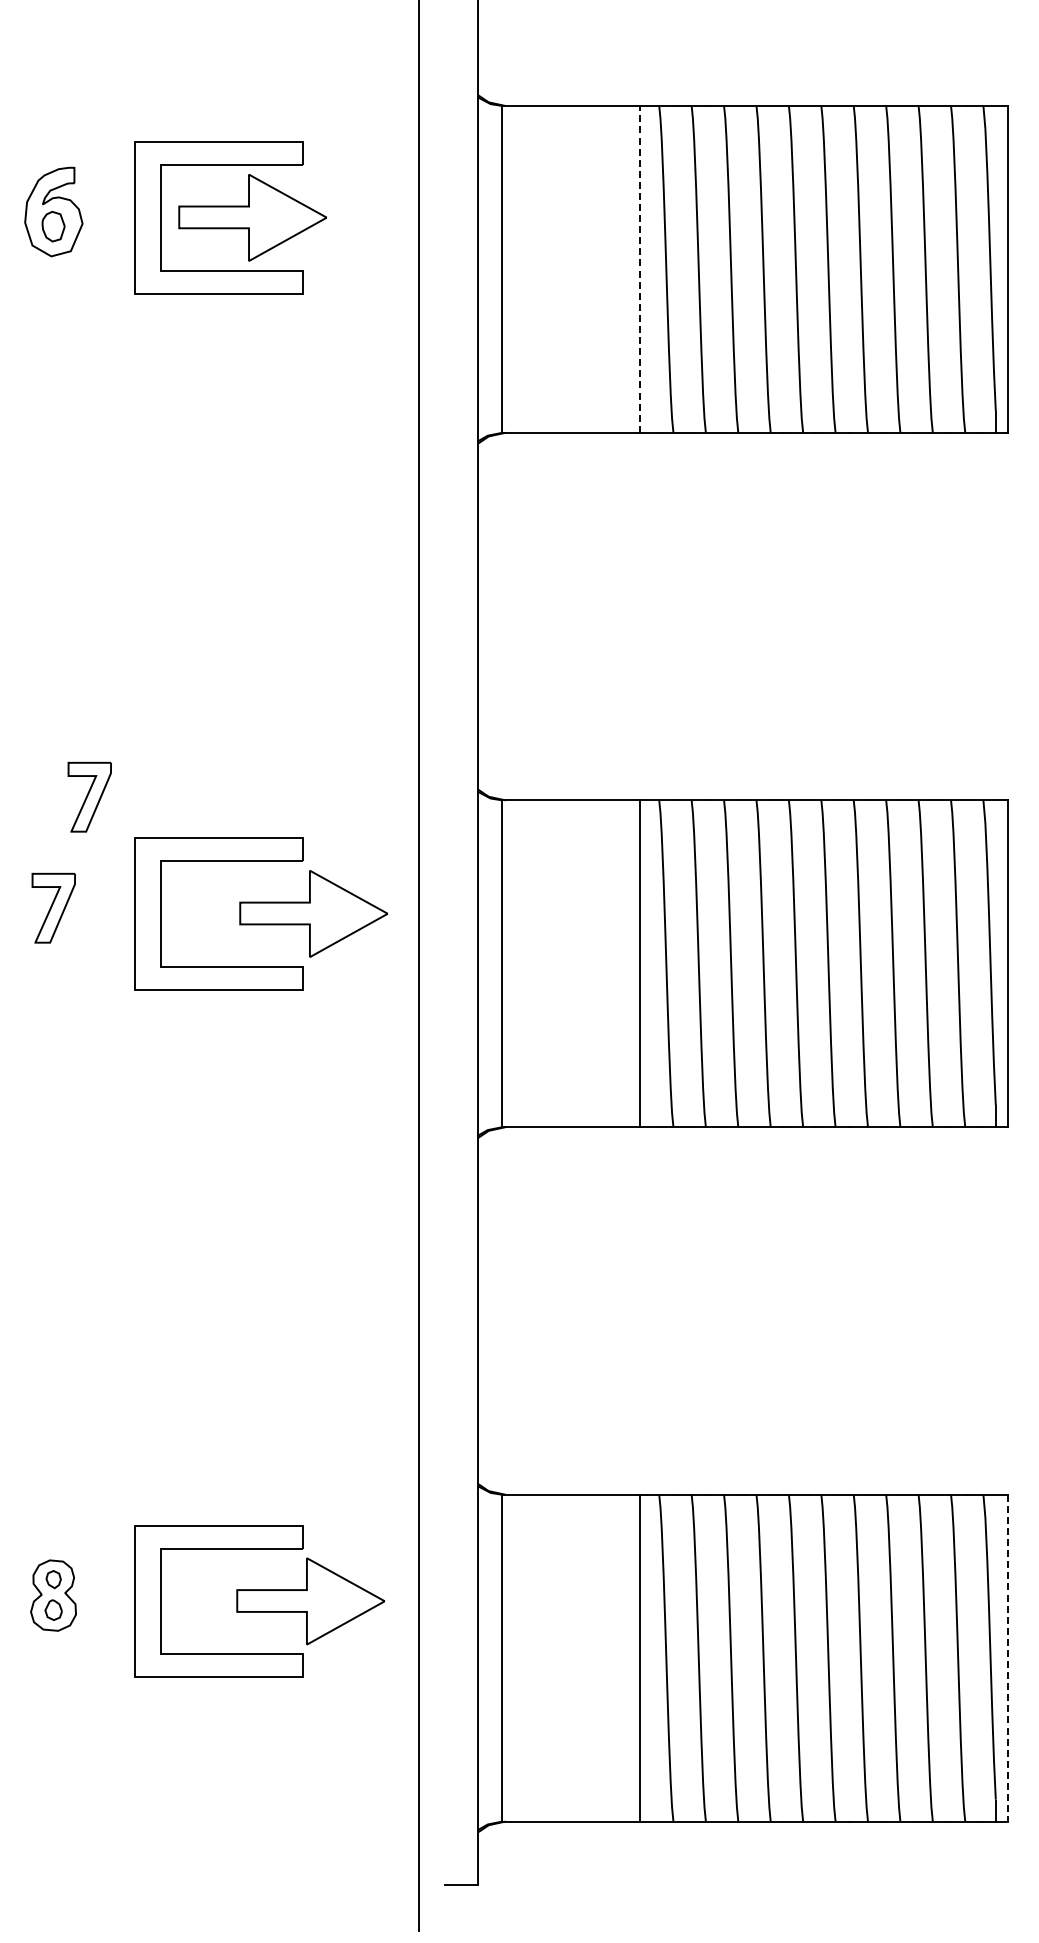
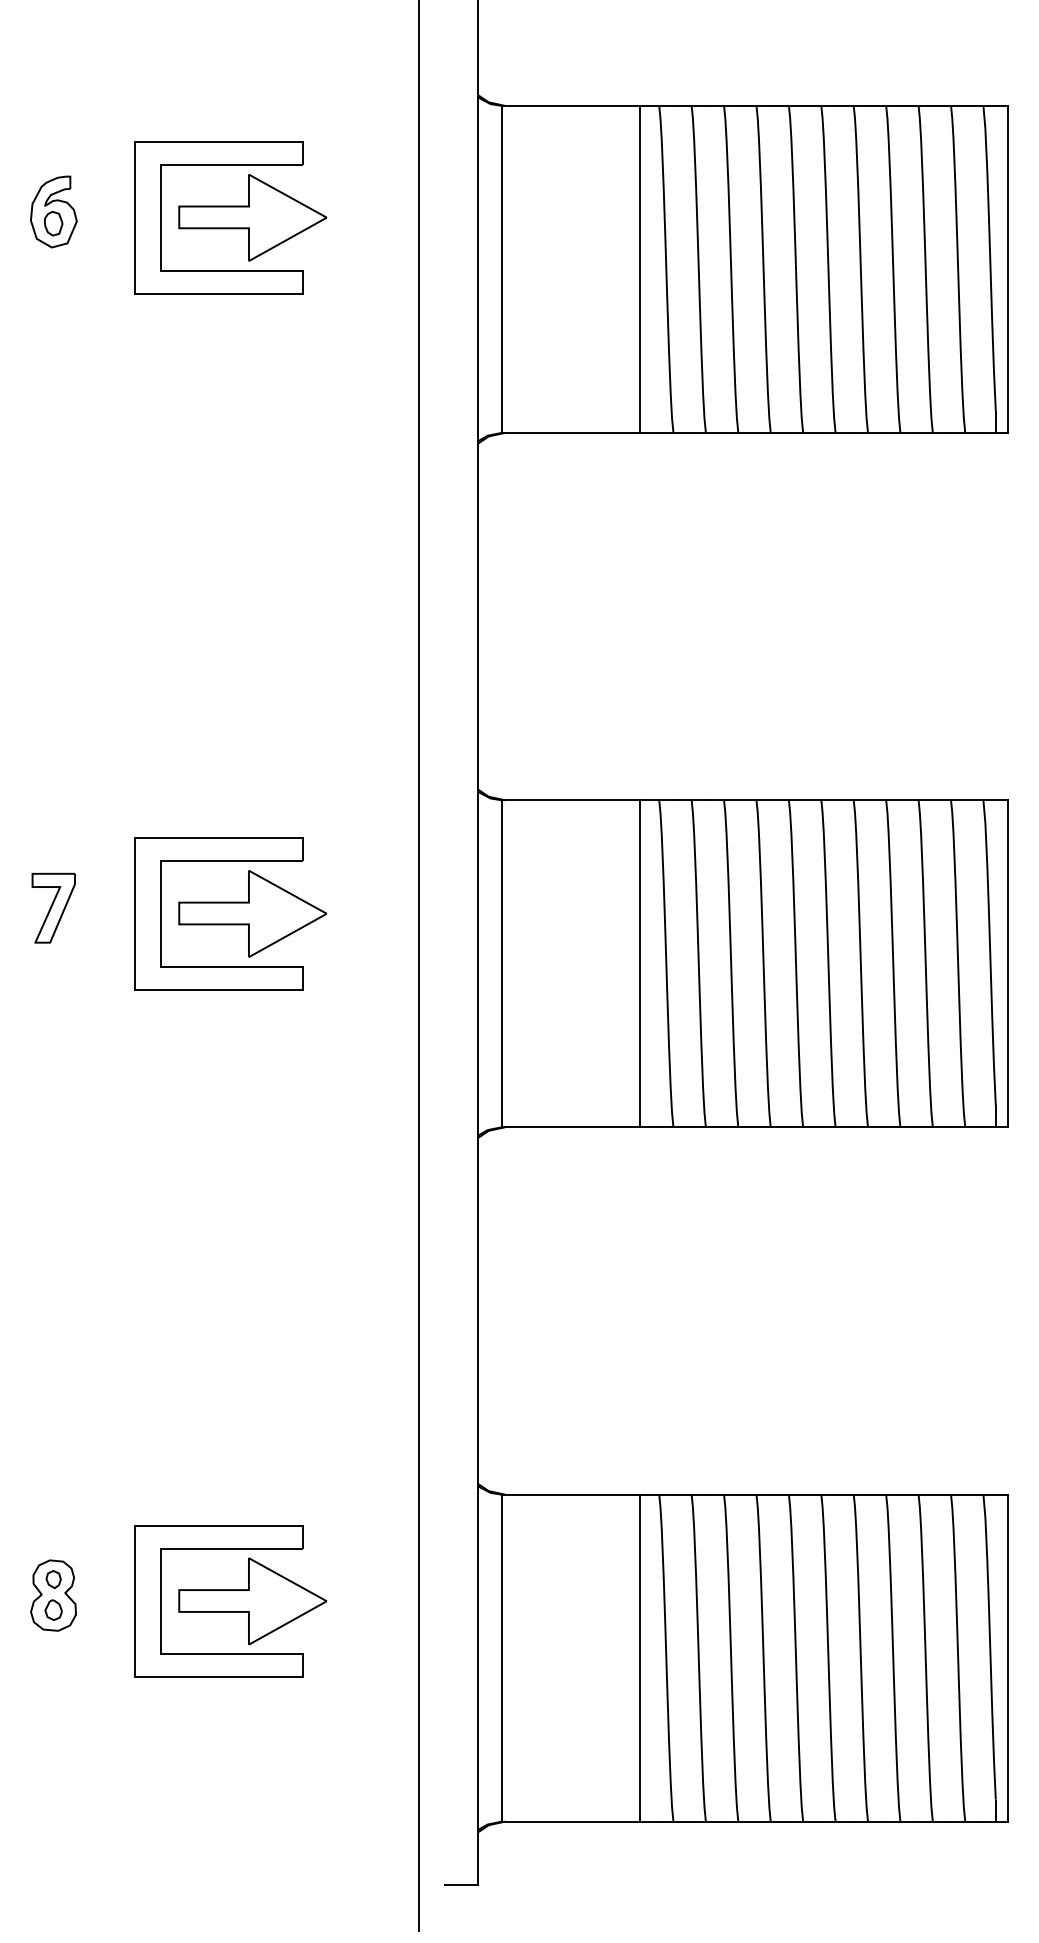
part at (53, 211) size: 60x92 px -> 48x74 px
line at (640, 268): dashed -> solid
part at (89, 796): present -> none
part at (313, 913) position: (313, 913) -> (252, 913)
part at (310, 1601) position: (310, 1601) -> (252, 1601)
line at (1008, 1658): dashed -> solid
